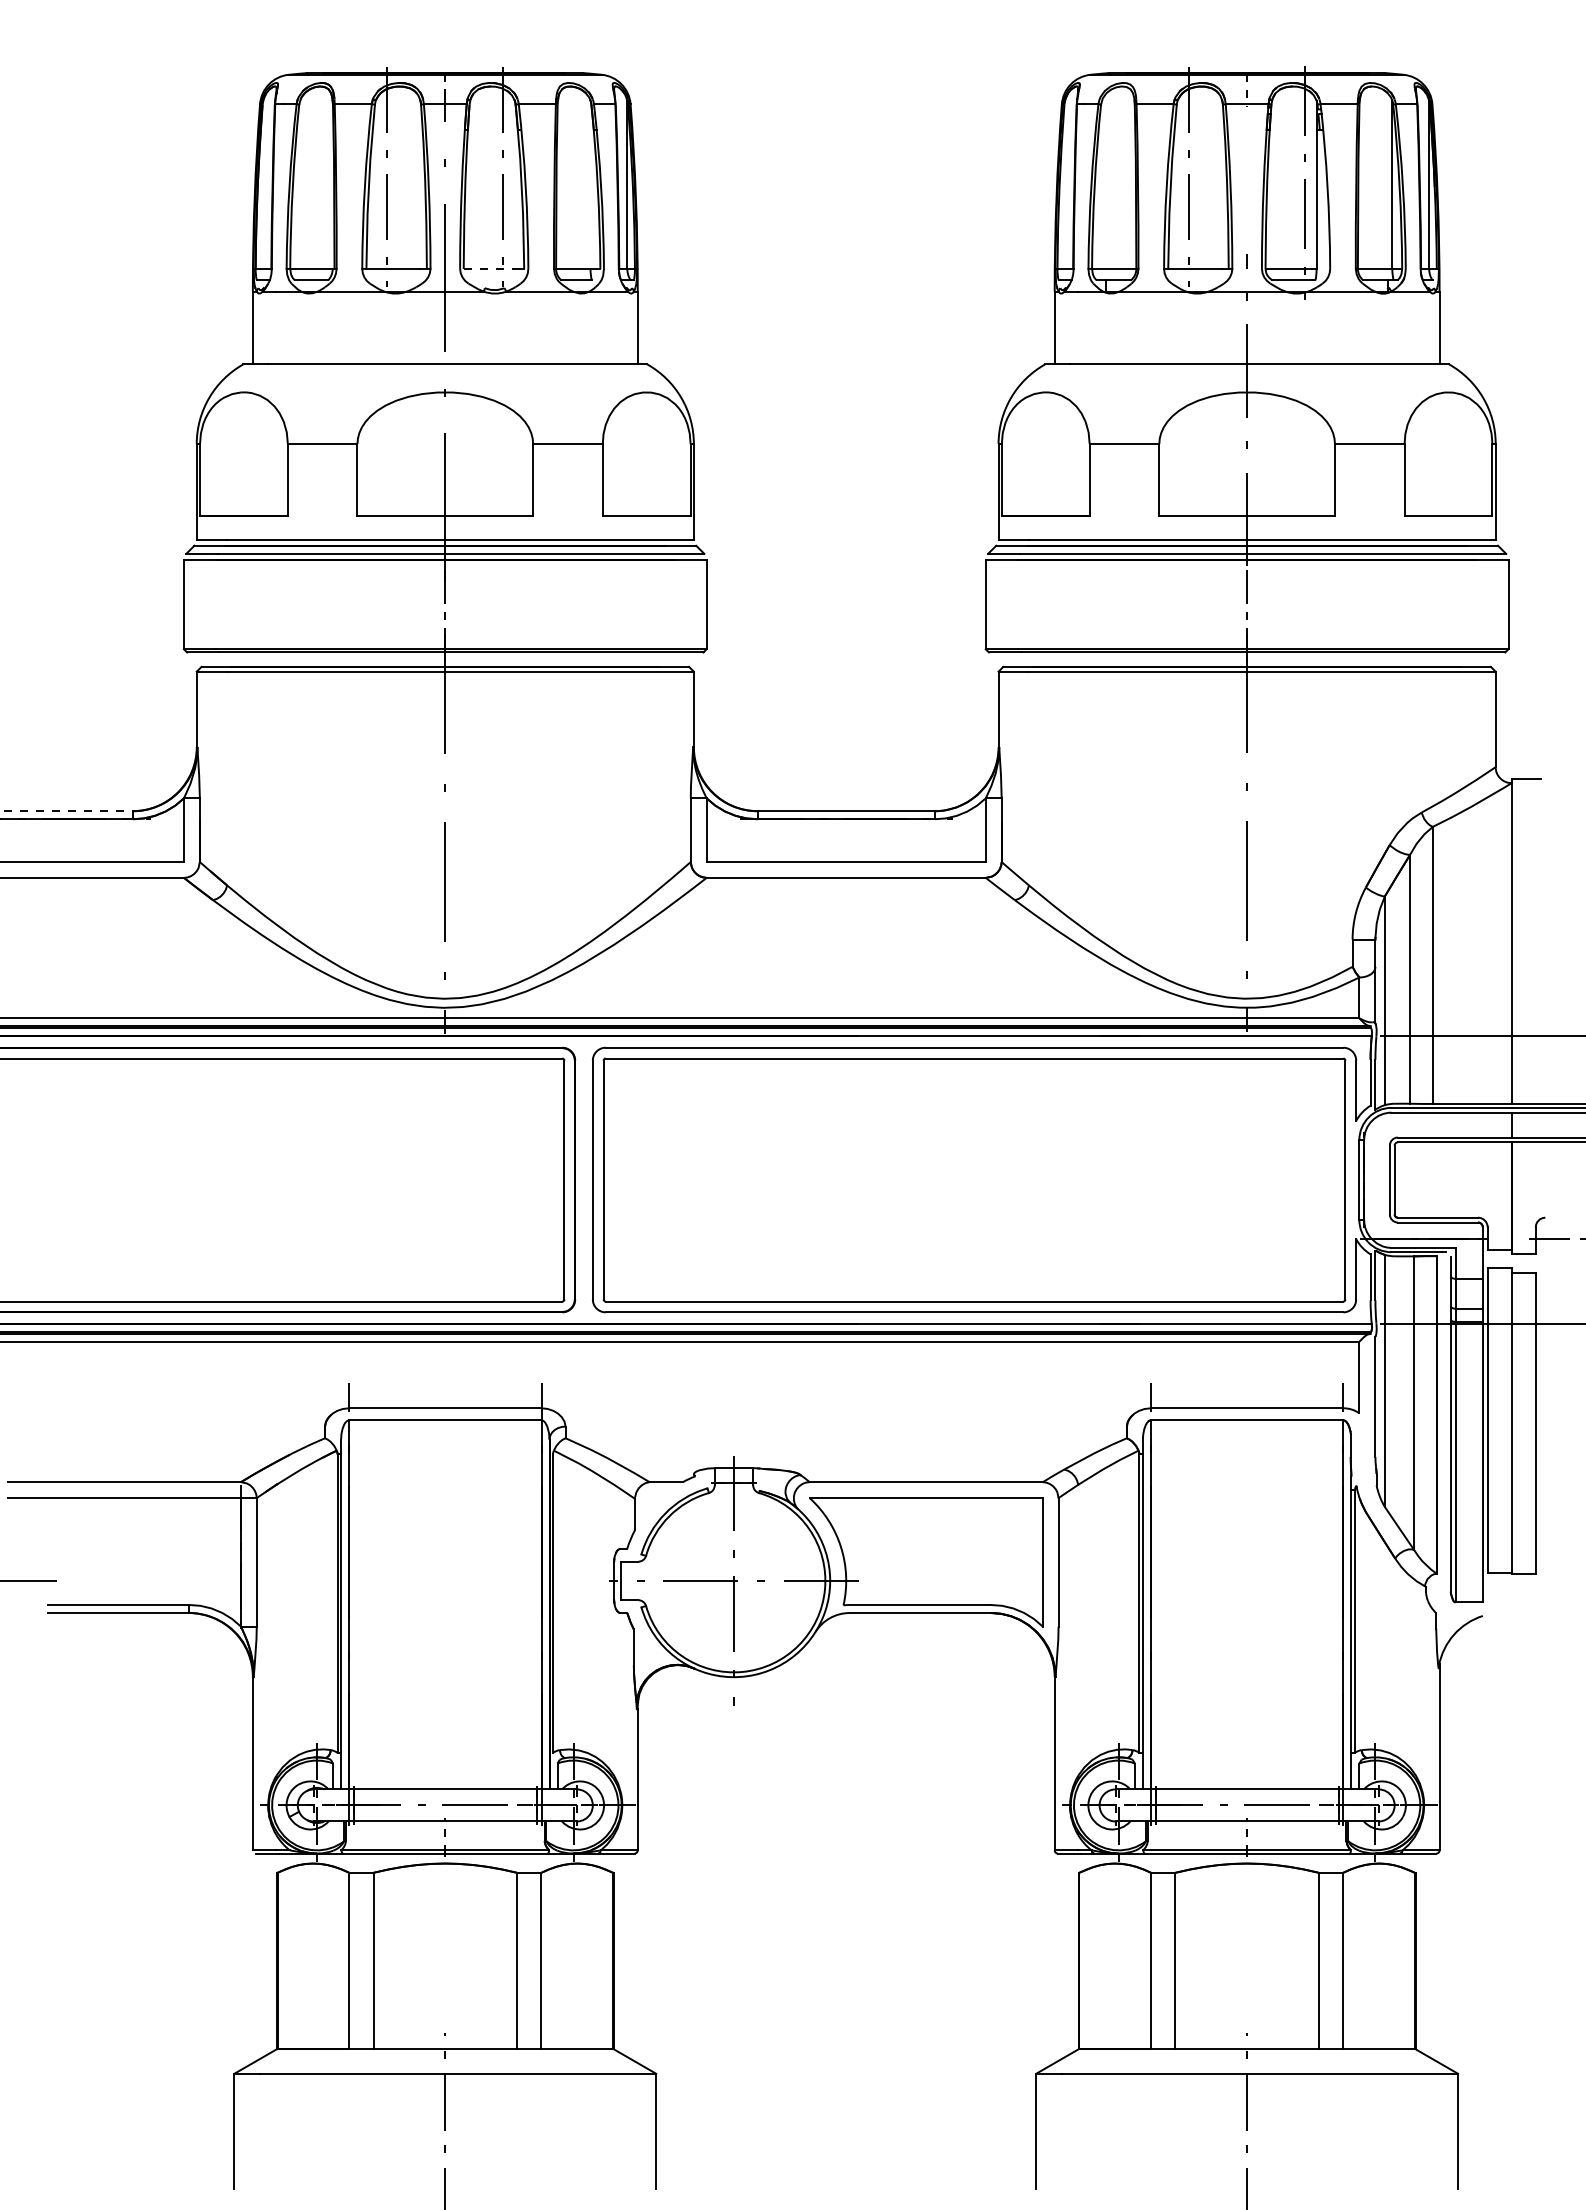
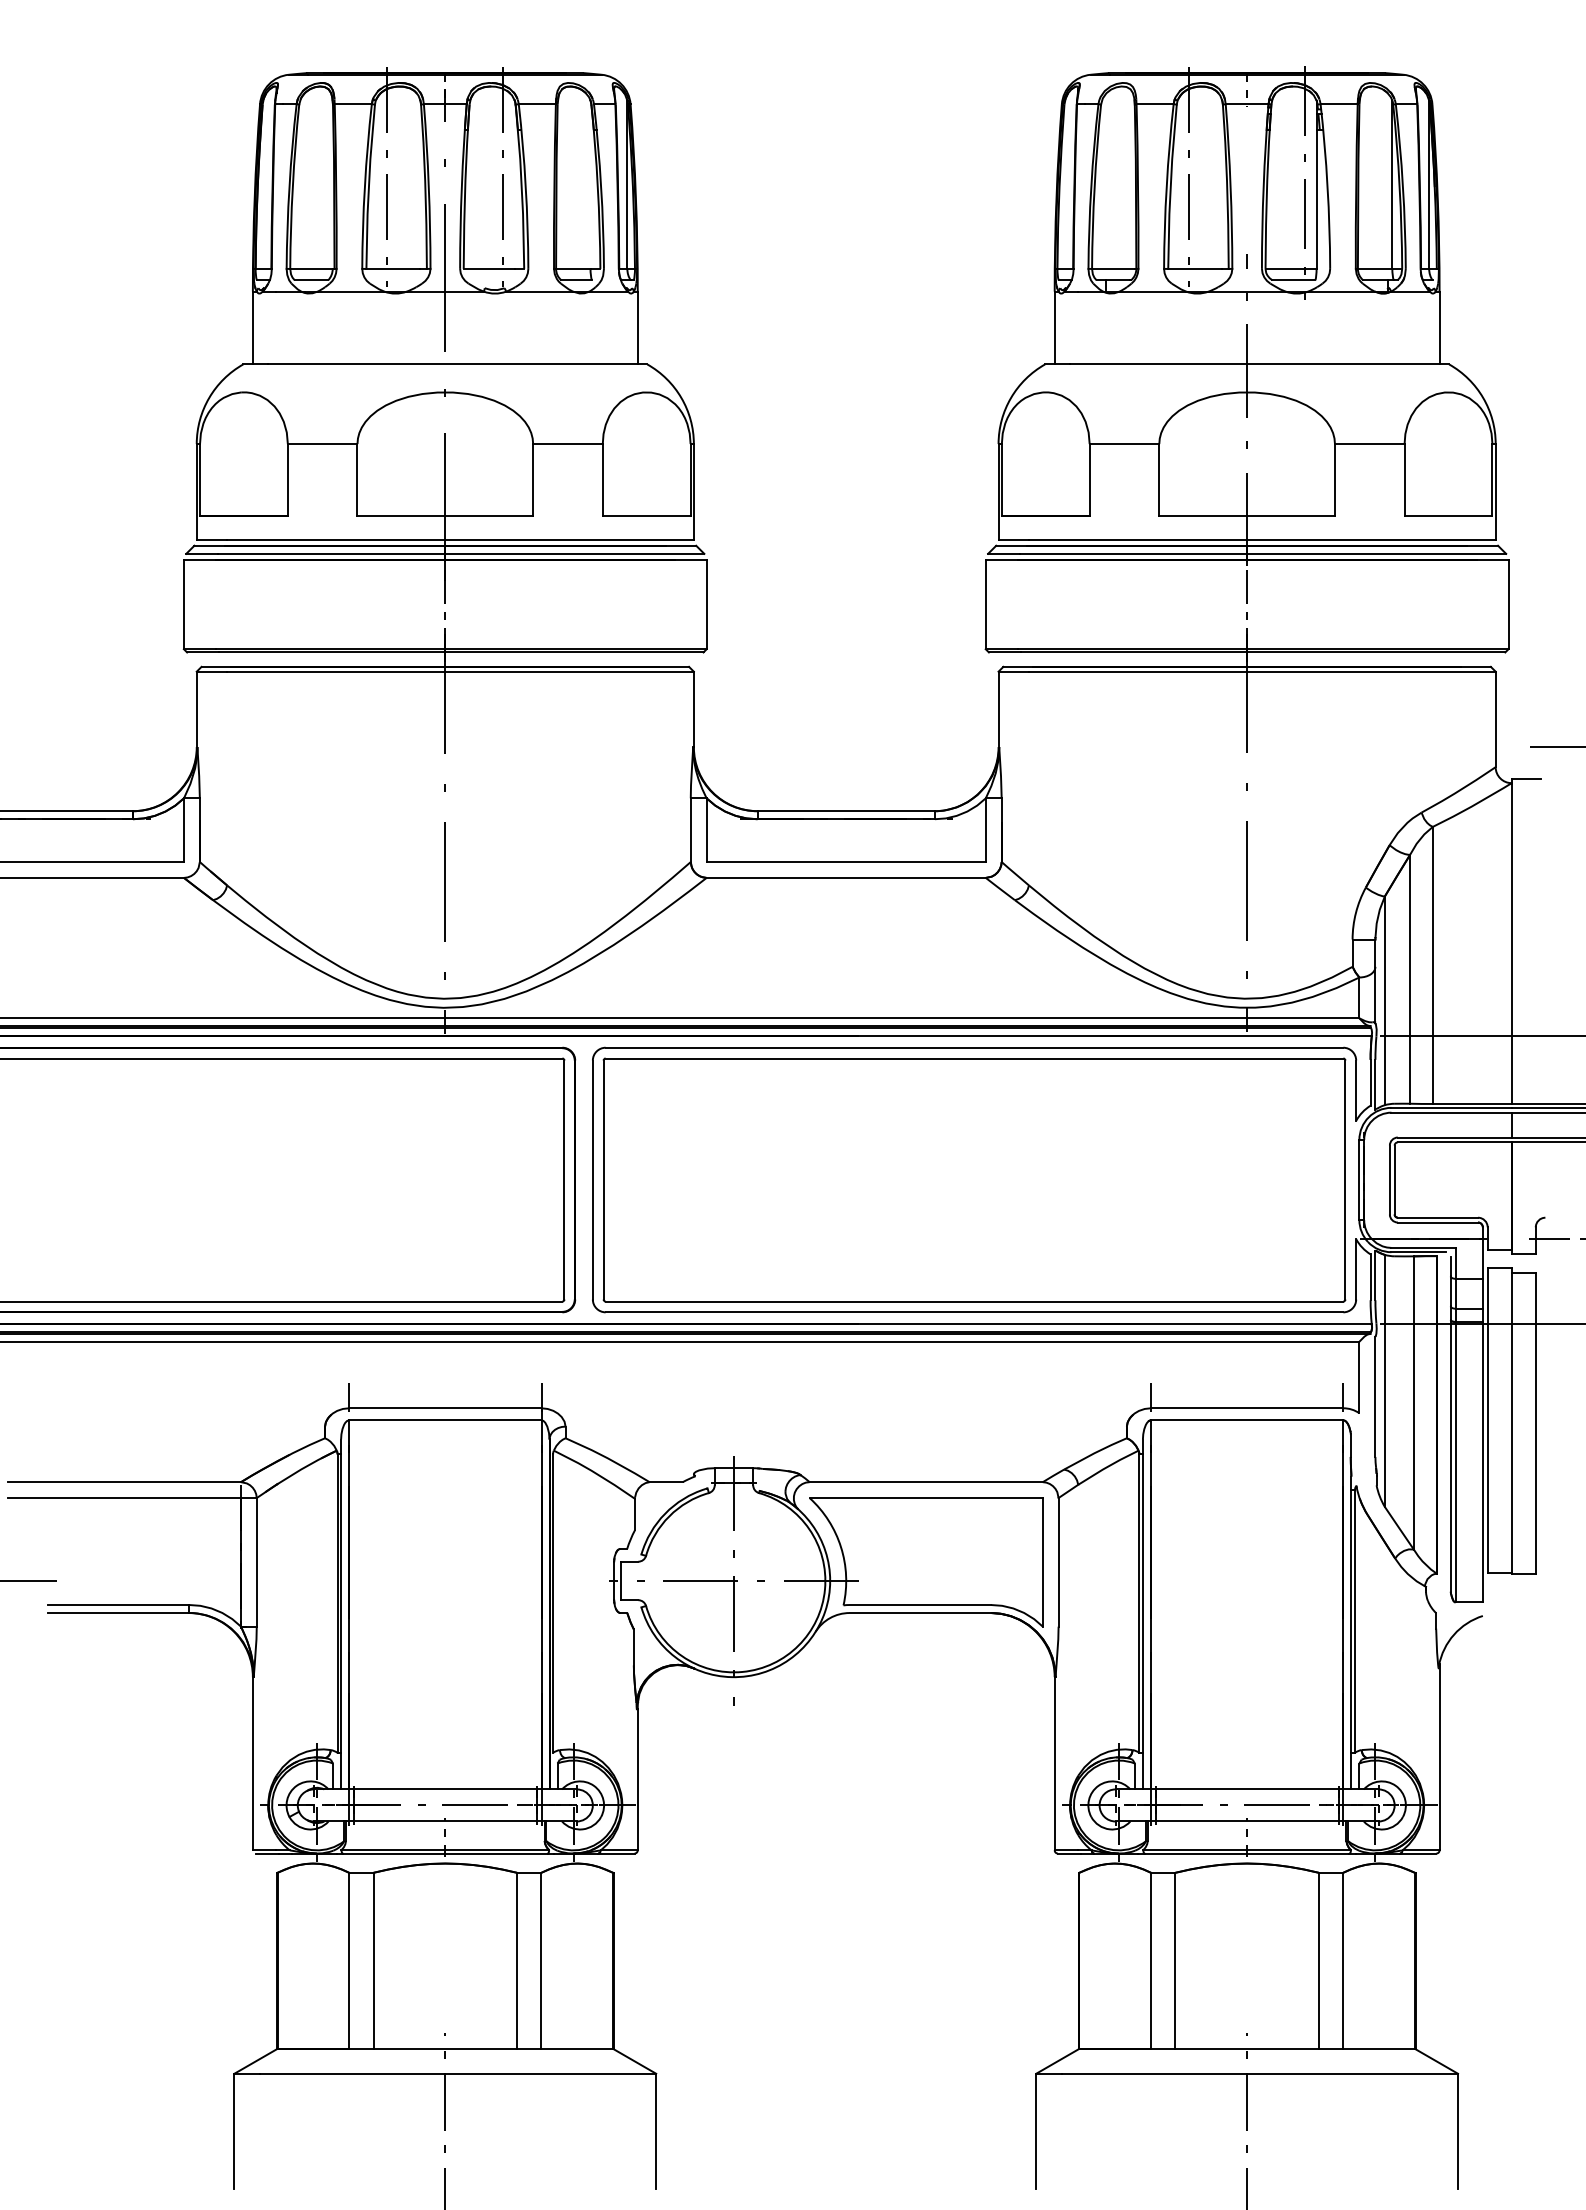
line at (489, 268): dashed -> solid
line at (1555, 747): none -> present
line at (67, 811): dashed -> solid
